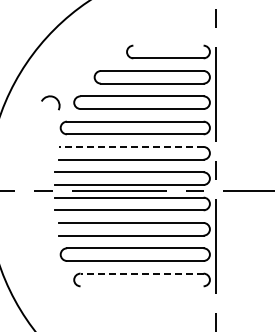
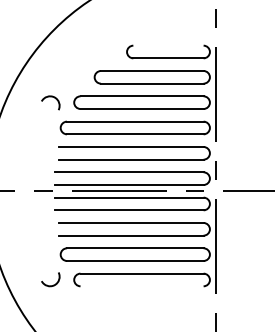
line at (130, 147): dashed -> solid
line at (142, 273): dashed -> solid
arc at (47, 284): none -> present
